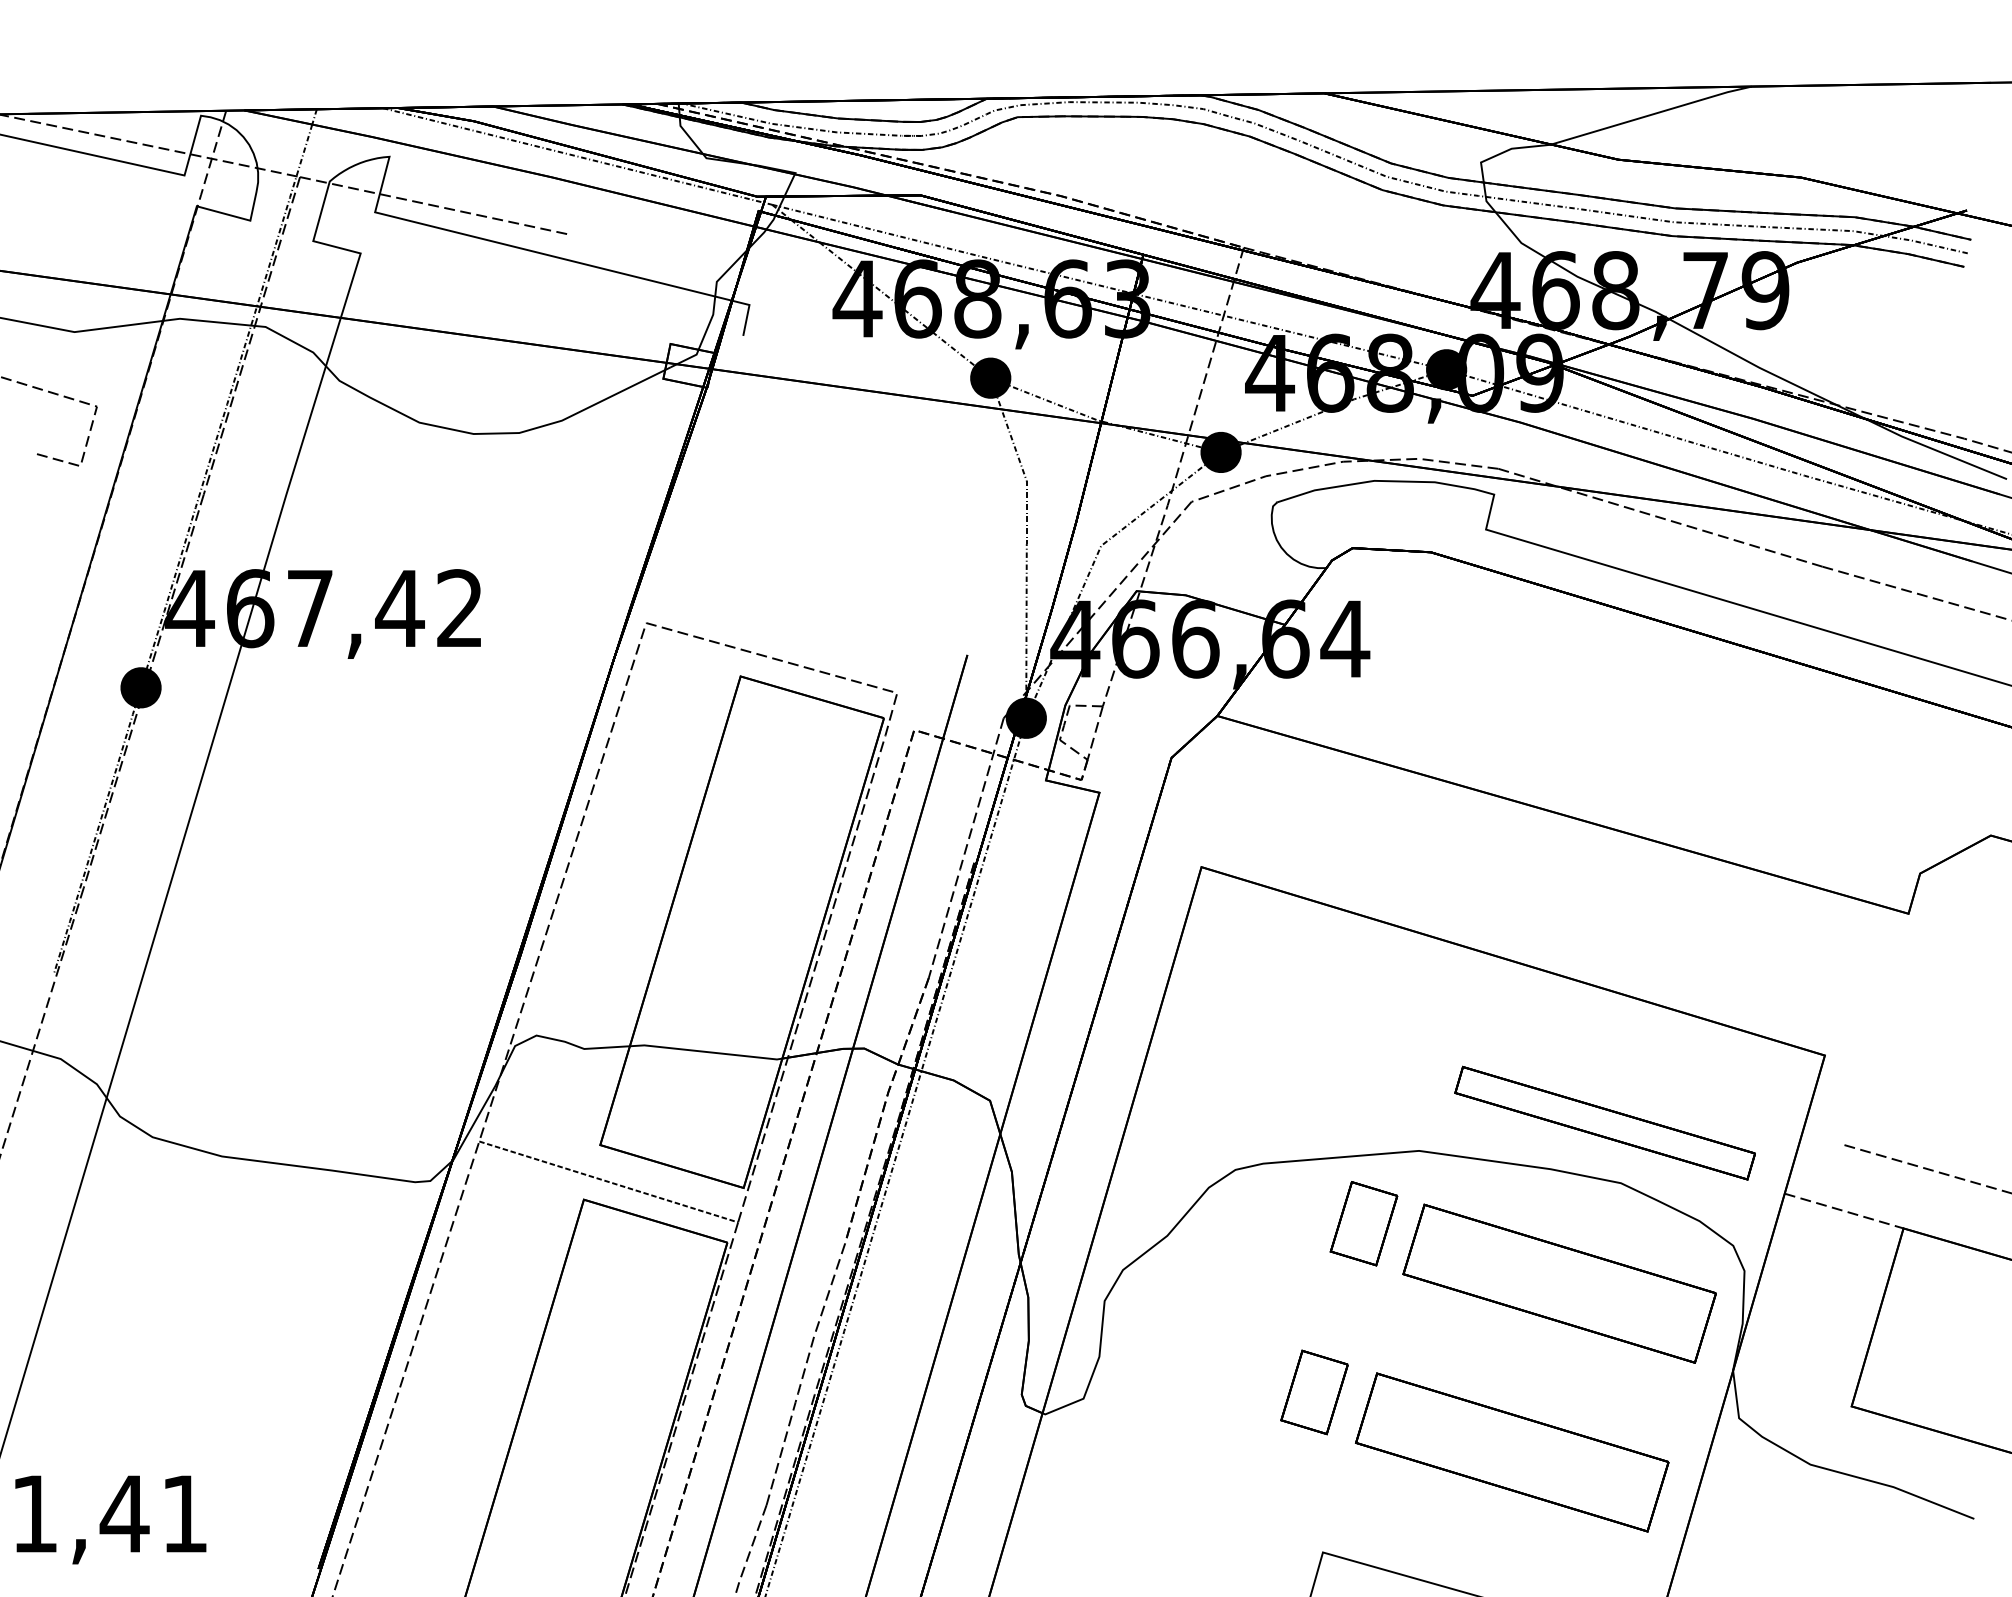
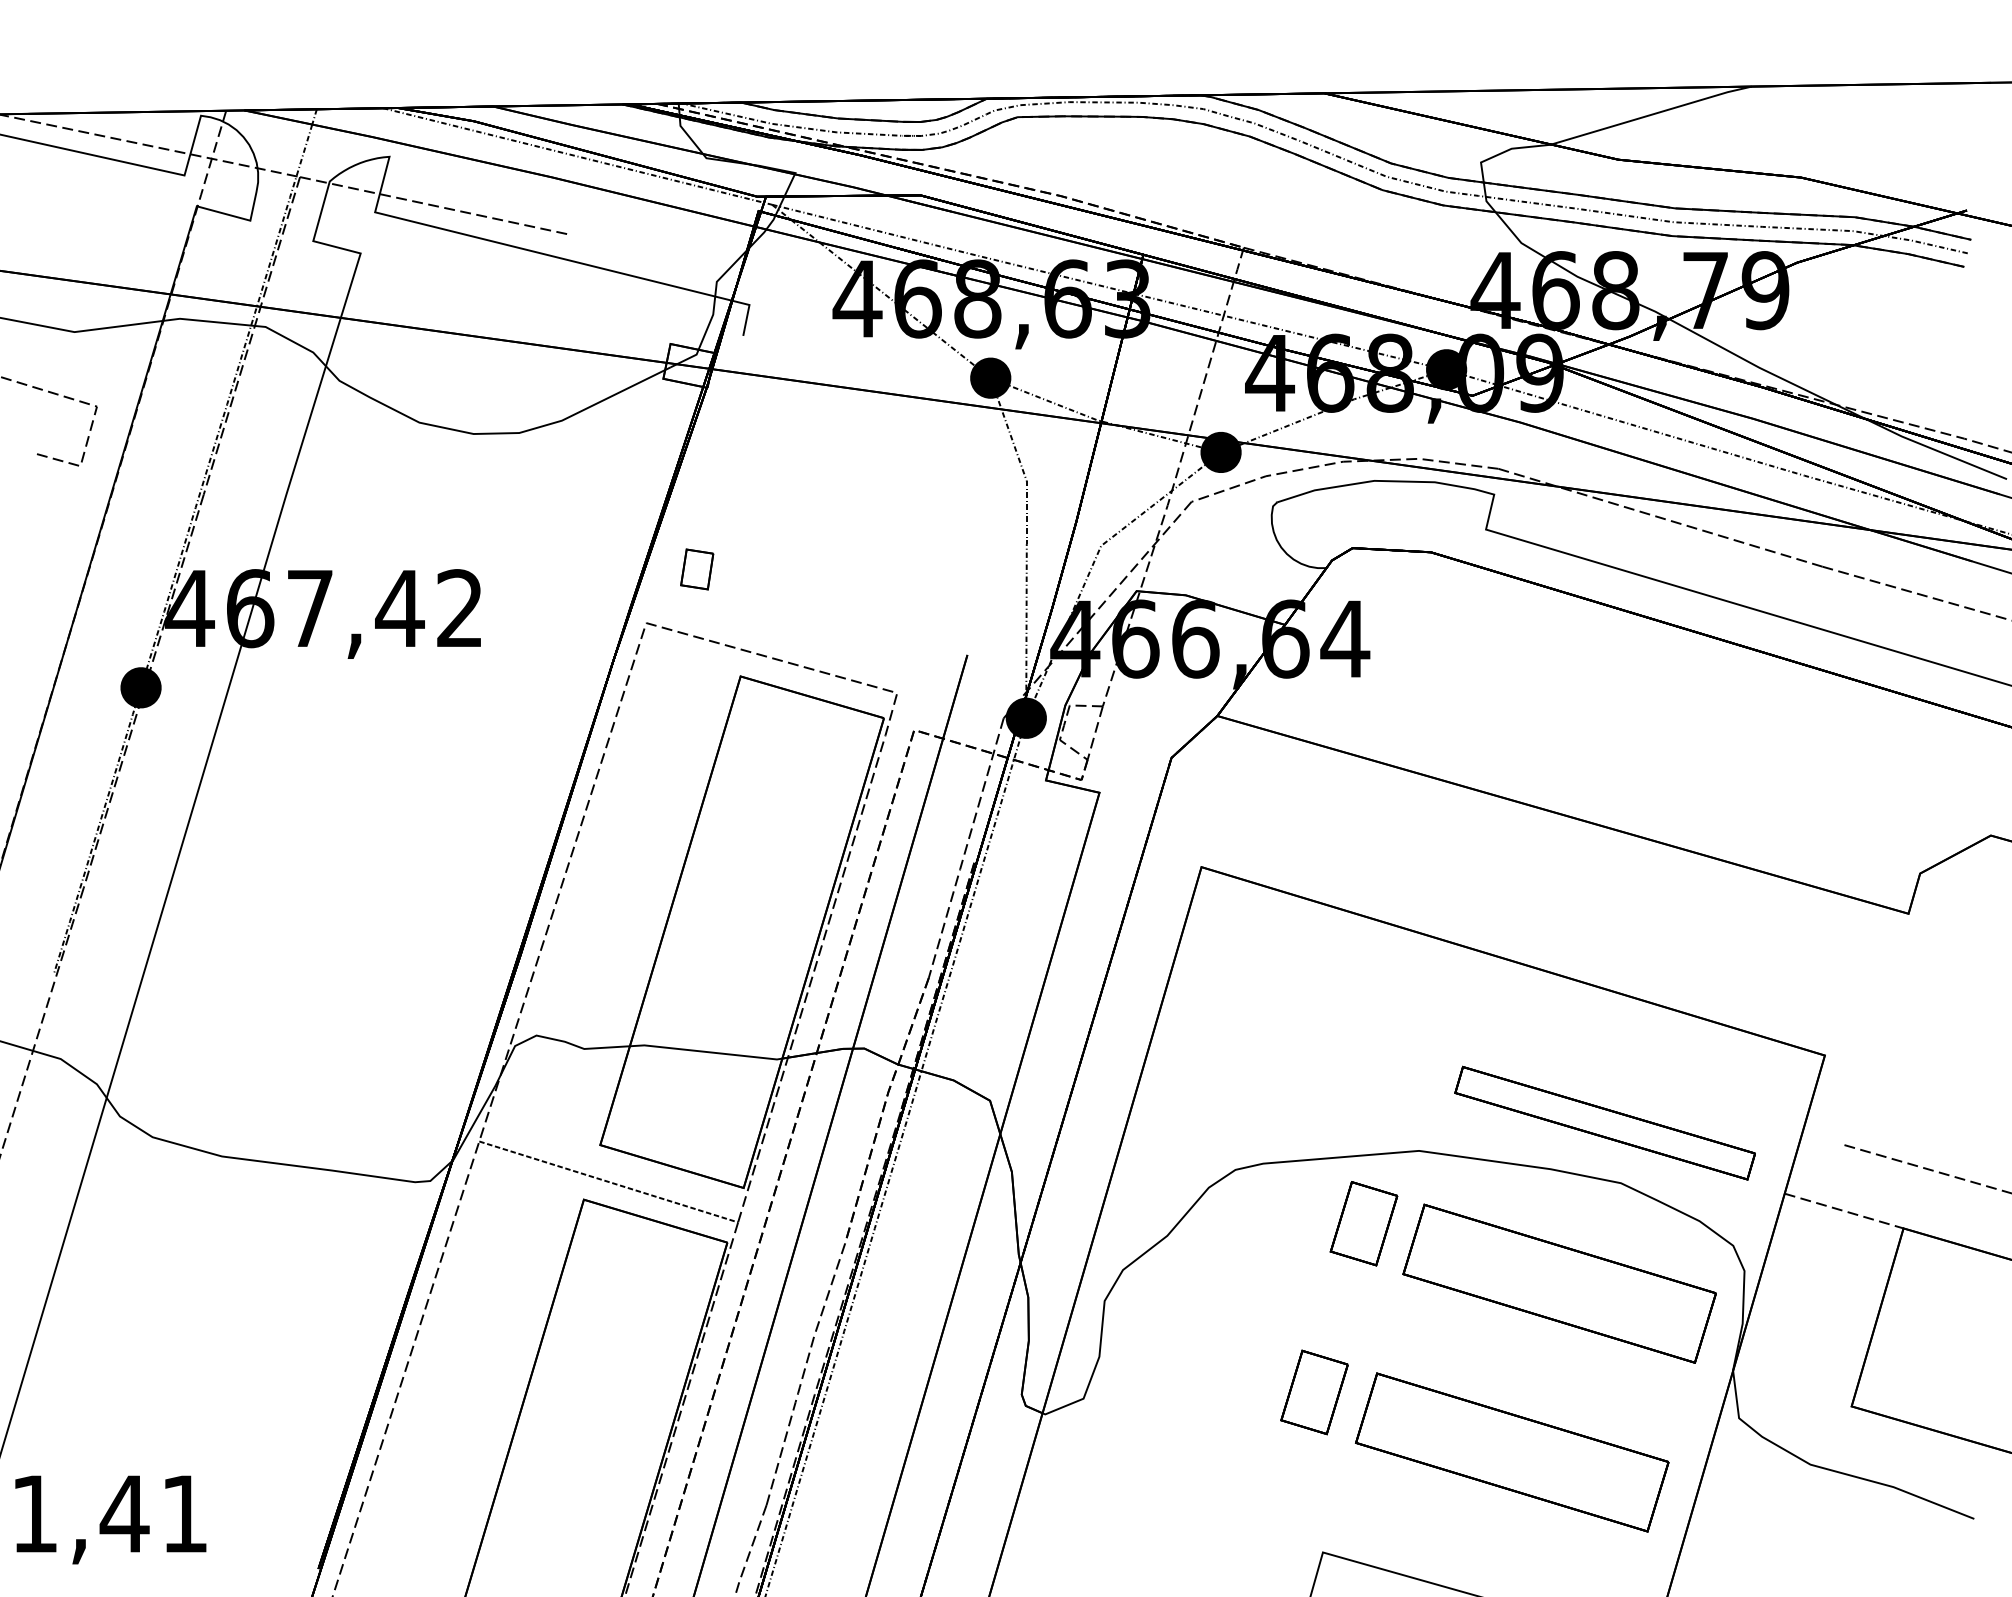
part at (697, 569): none -> present
